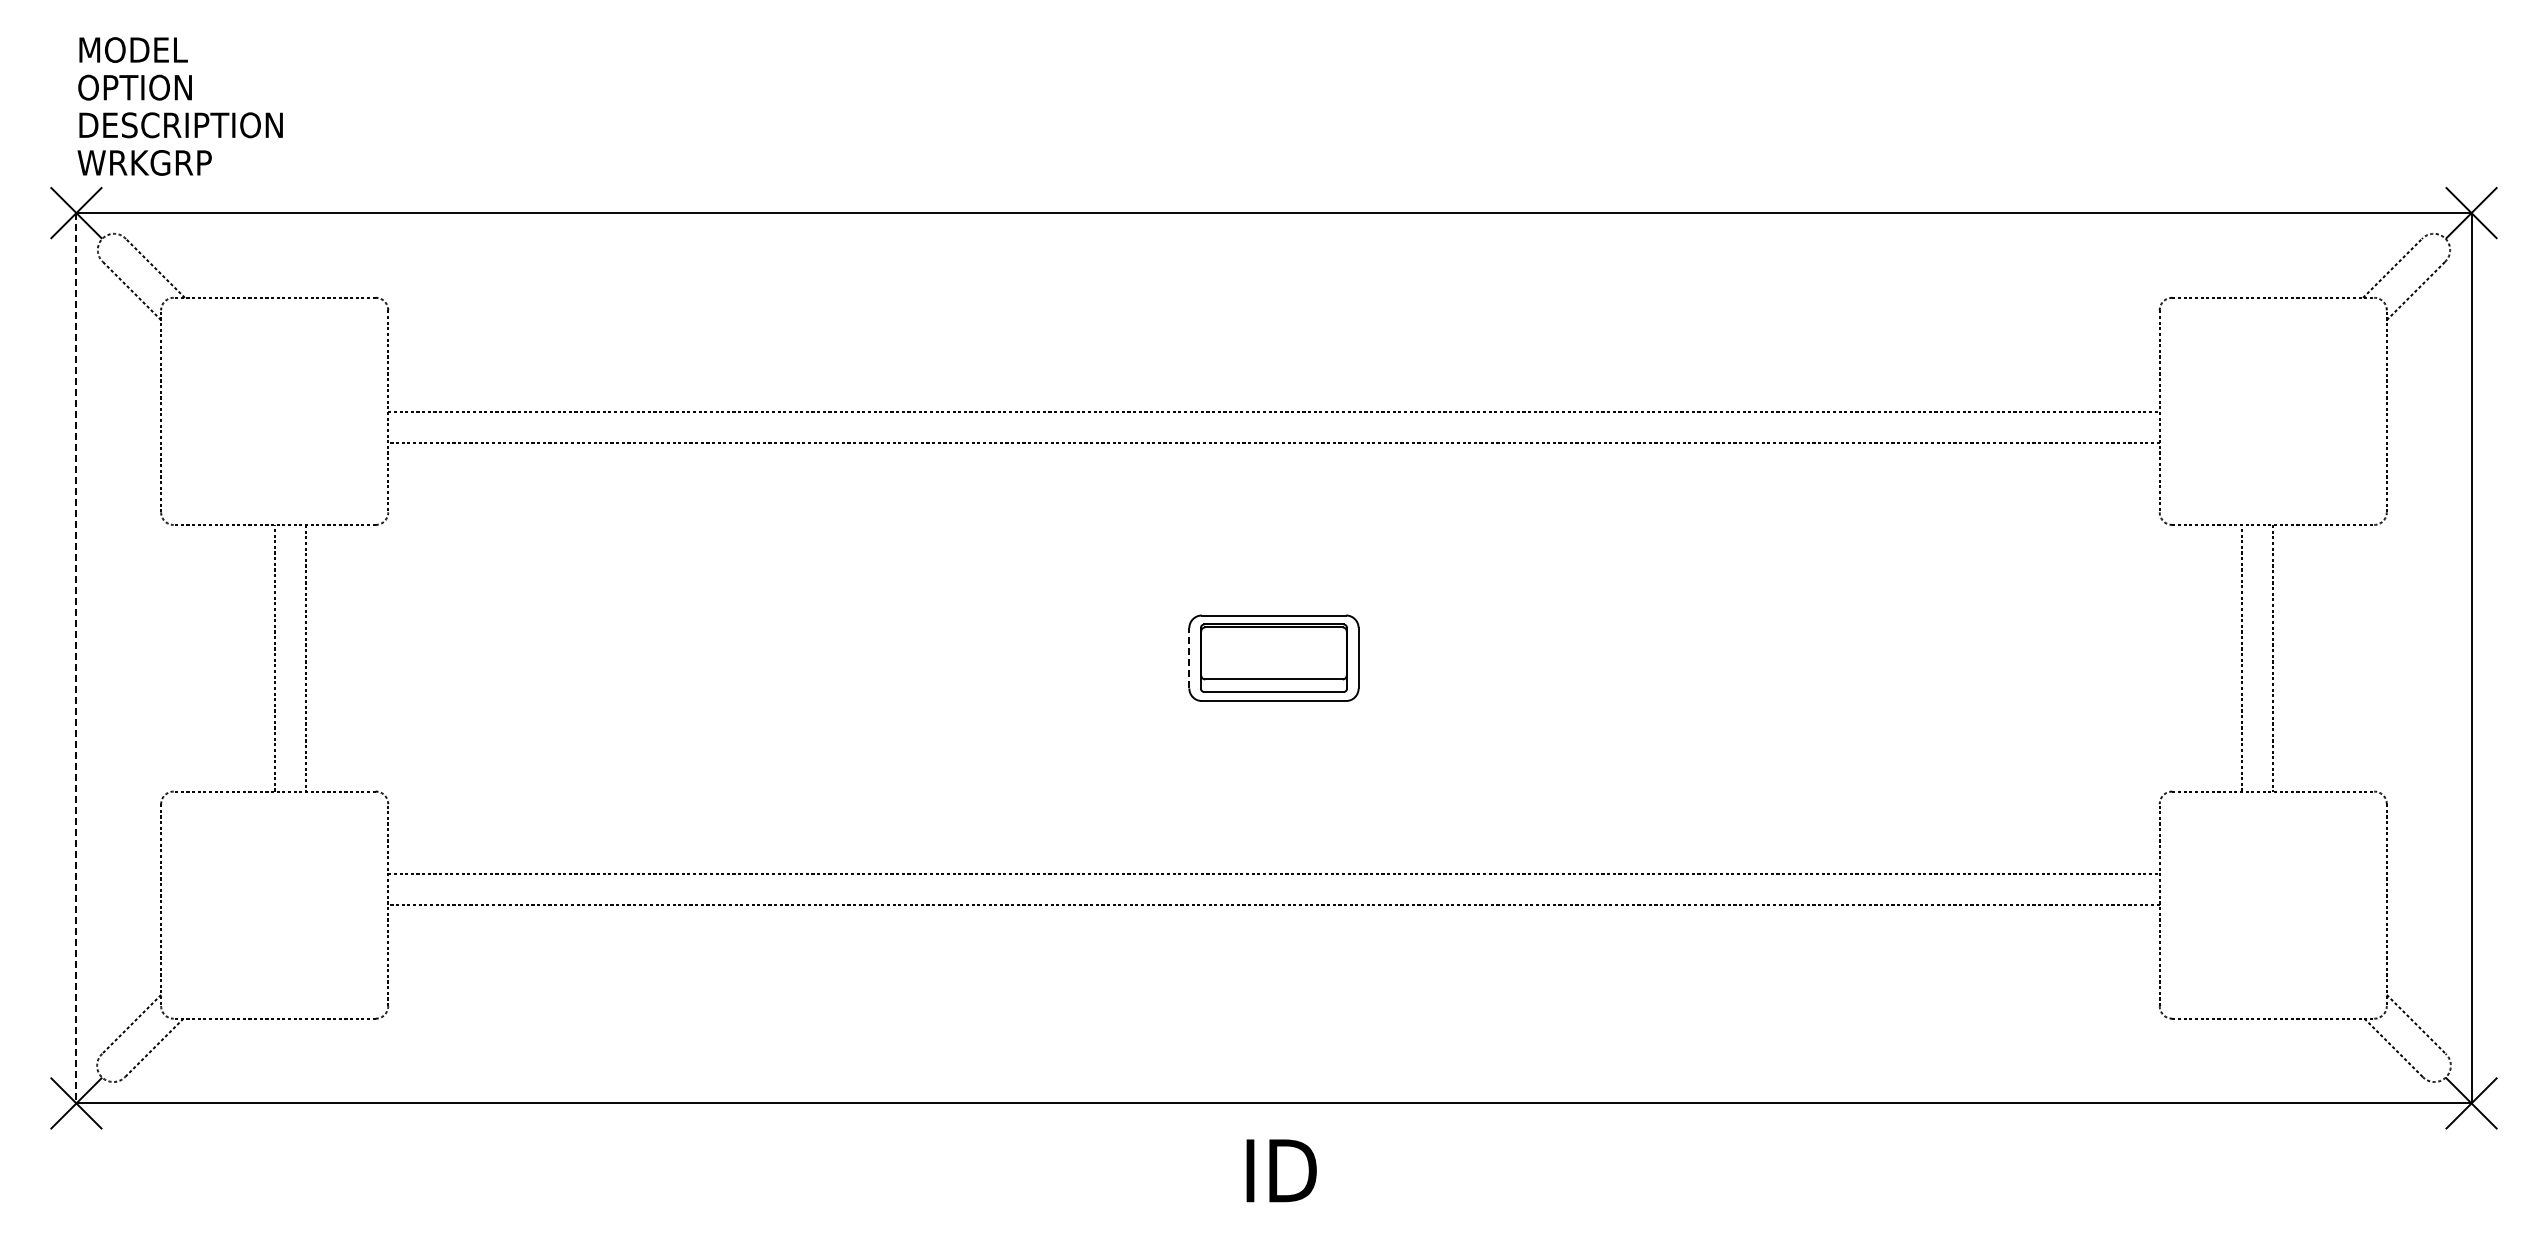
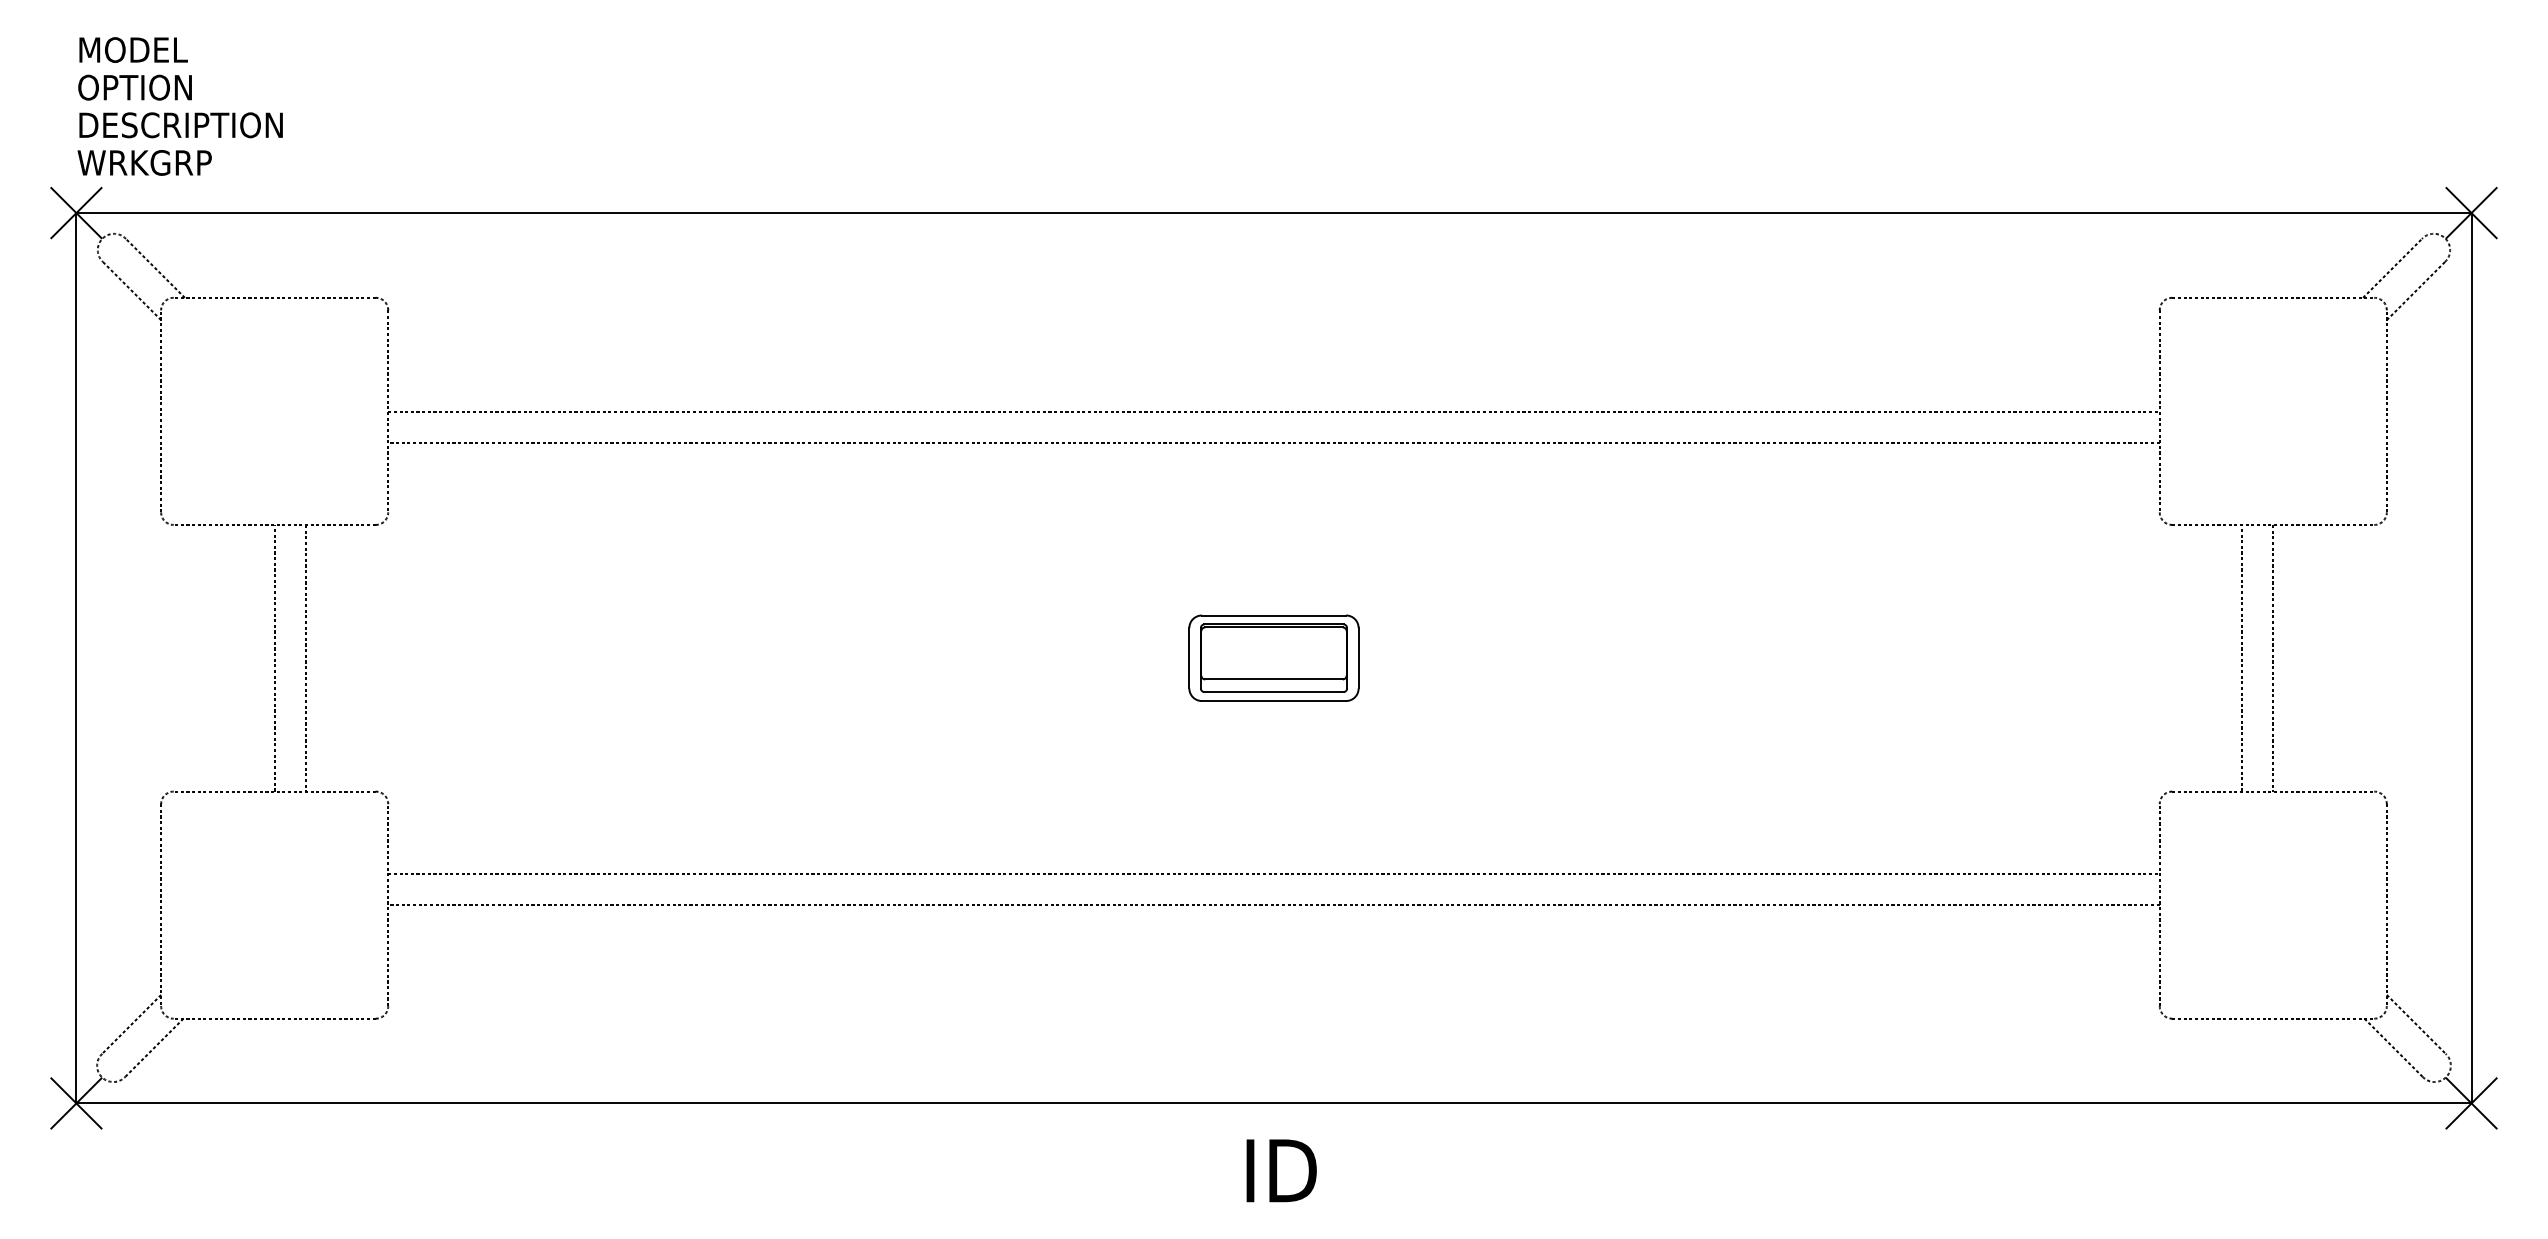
line at (1189, 657): dashed -> solid
line at (76, 658): dashed -> solid
